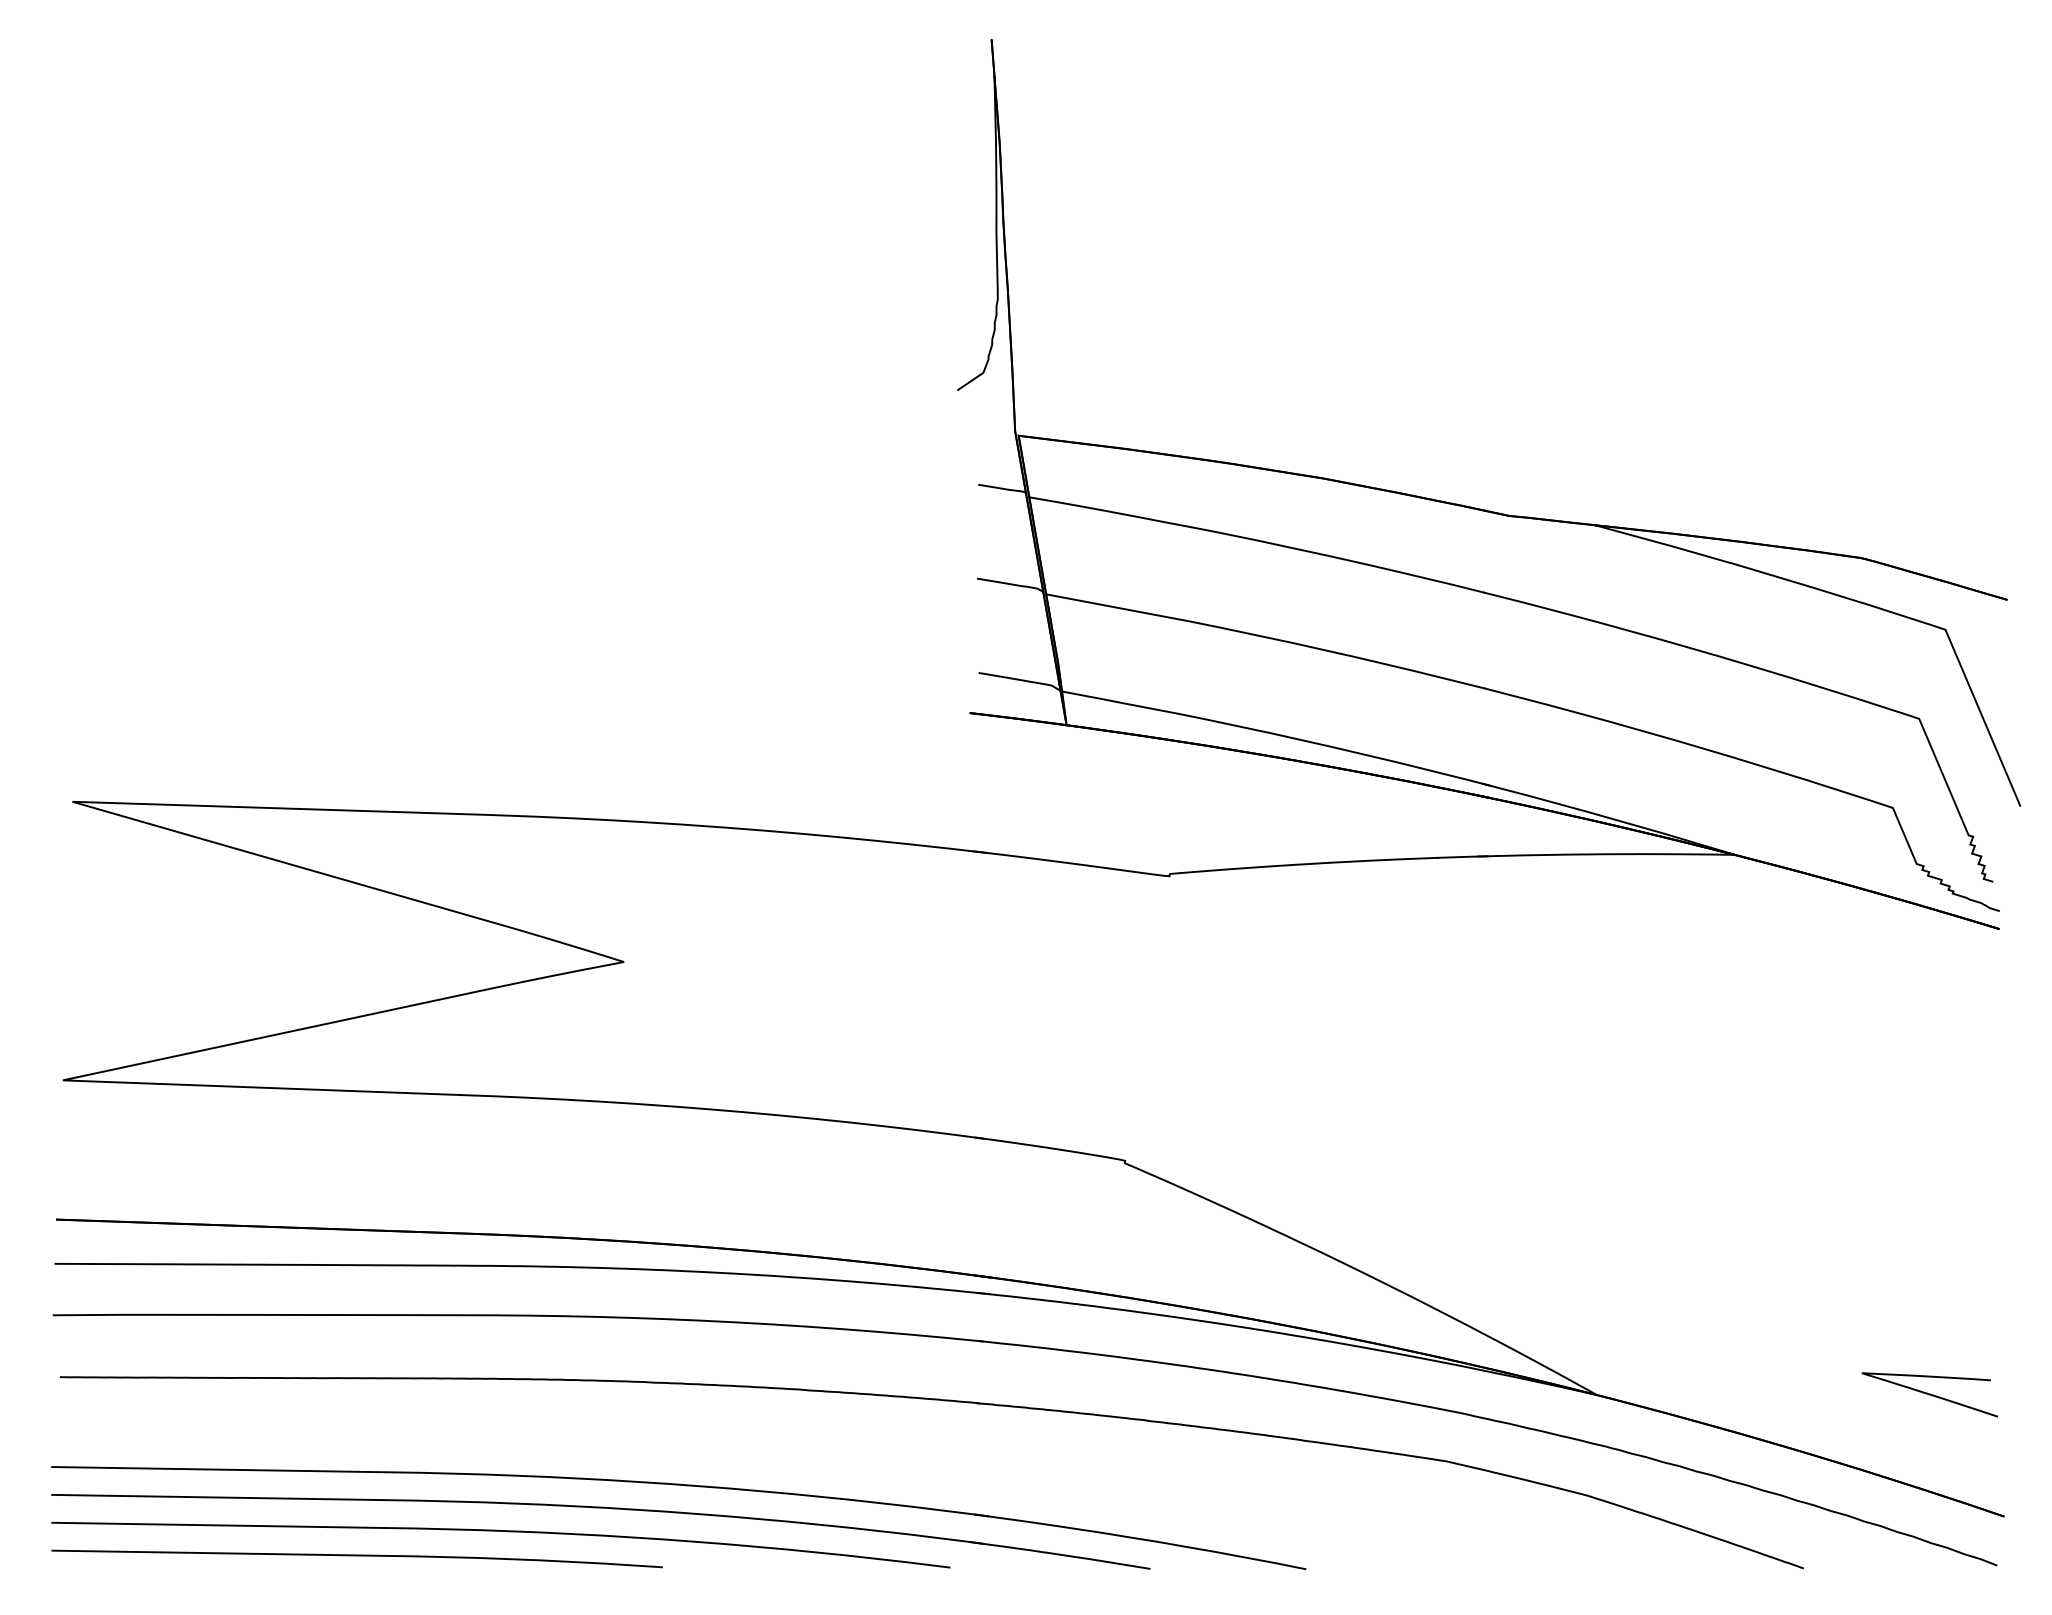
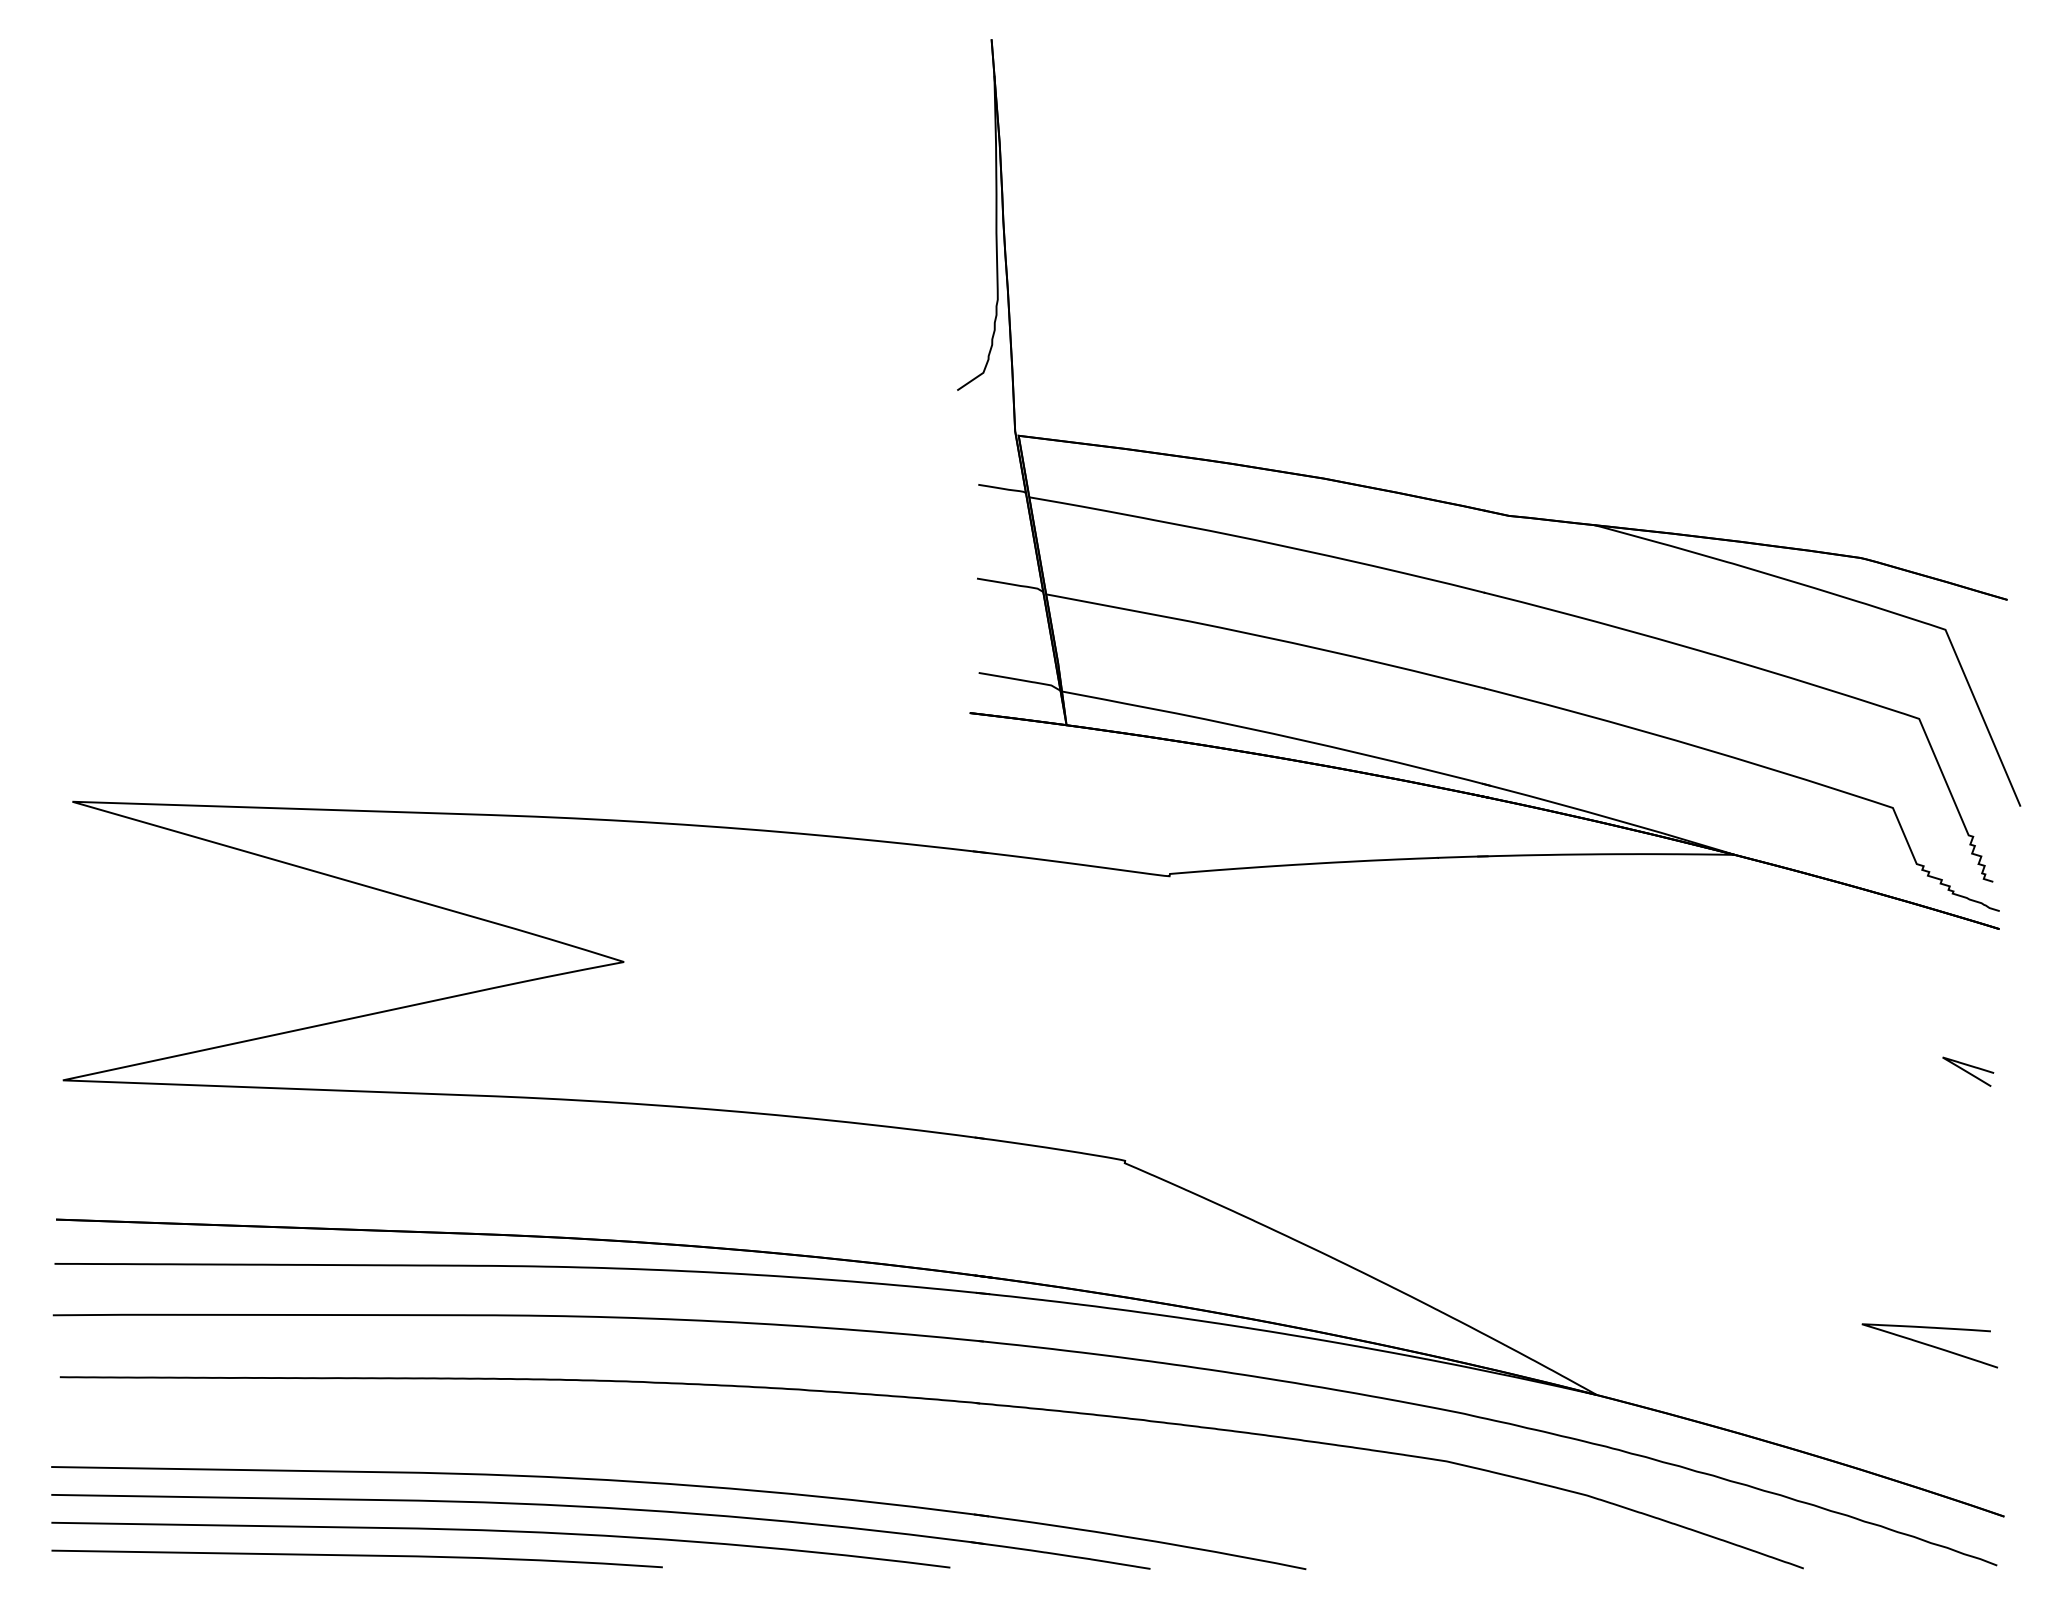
curve at (1968, 1071): none -> present
curve at (1929, 1394) position: (1929, 1394) -> (1929, 1345)
